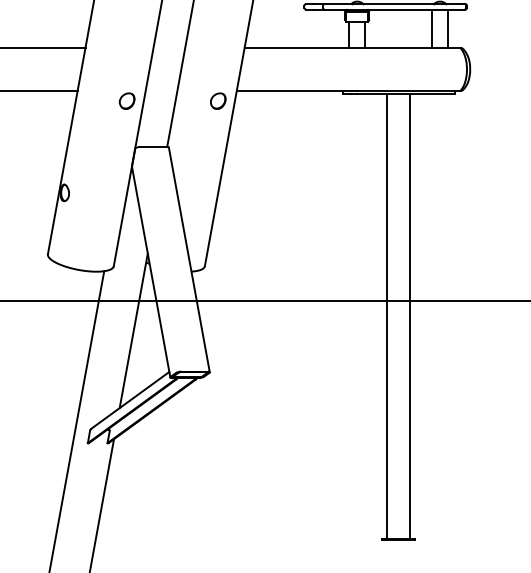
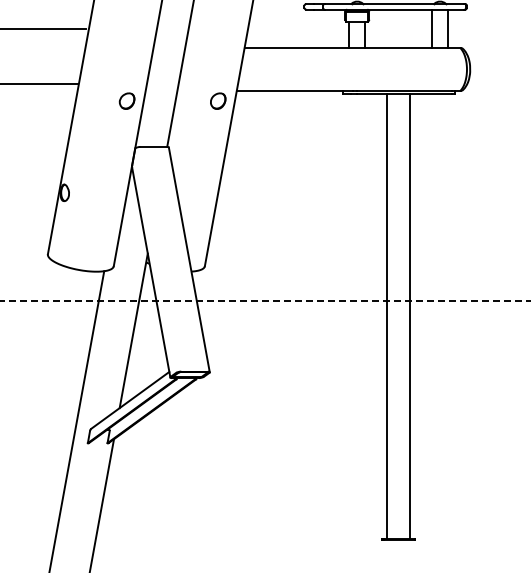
line at (43, 47) position: (43, 47) -> (43, 28)
line at (39, 91) position: (39, 91) -> (39, 84)
line at (265, 300): solid -> dashed
